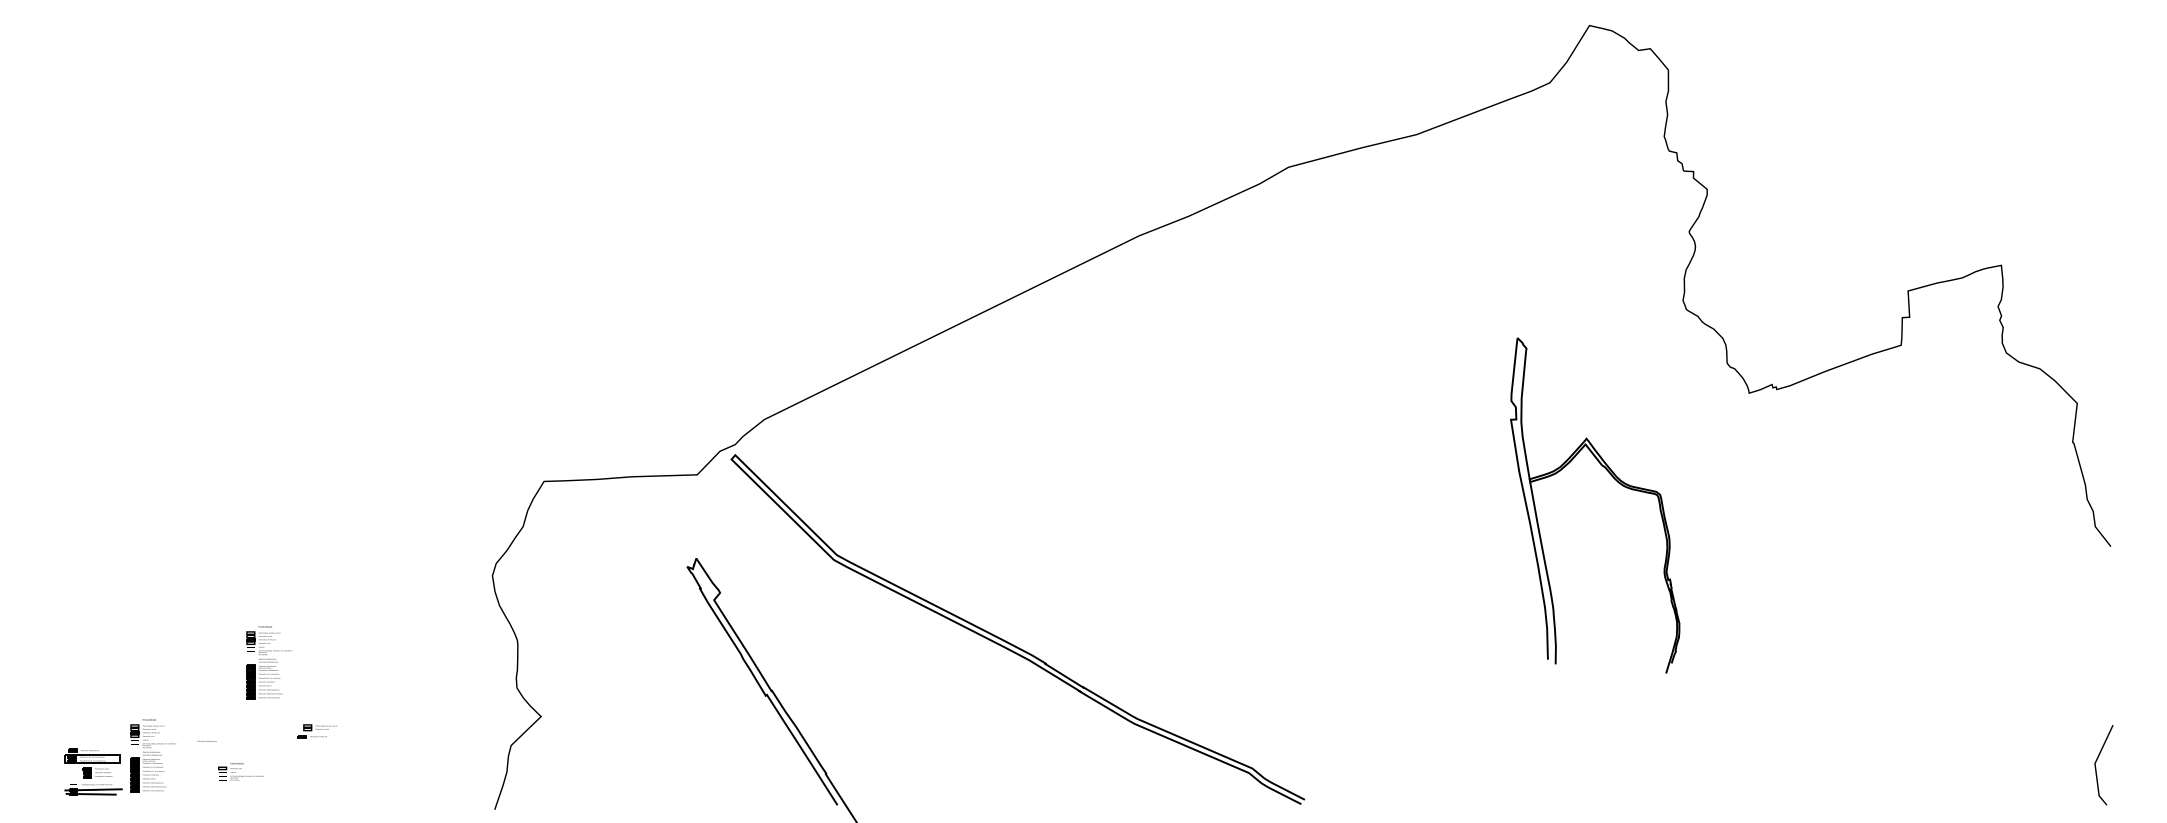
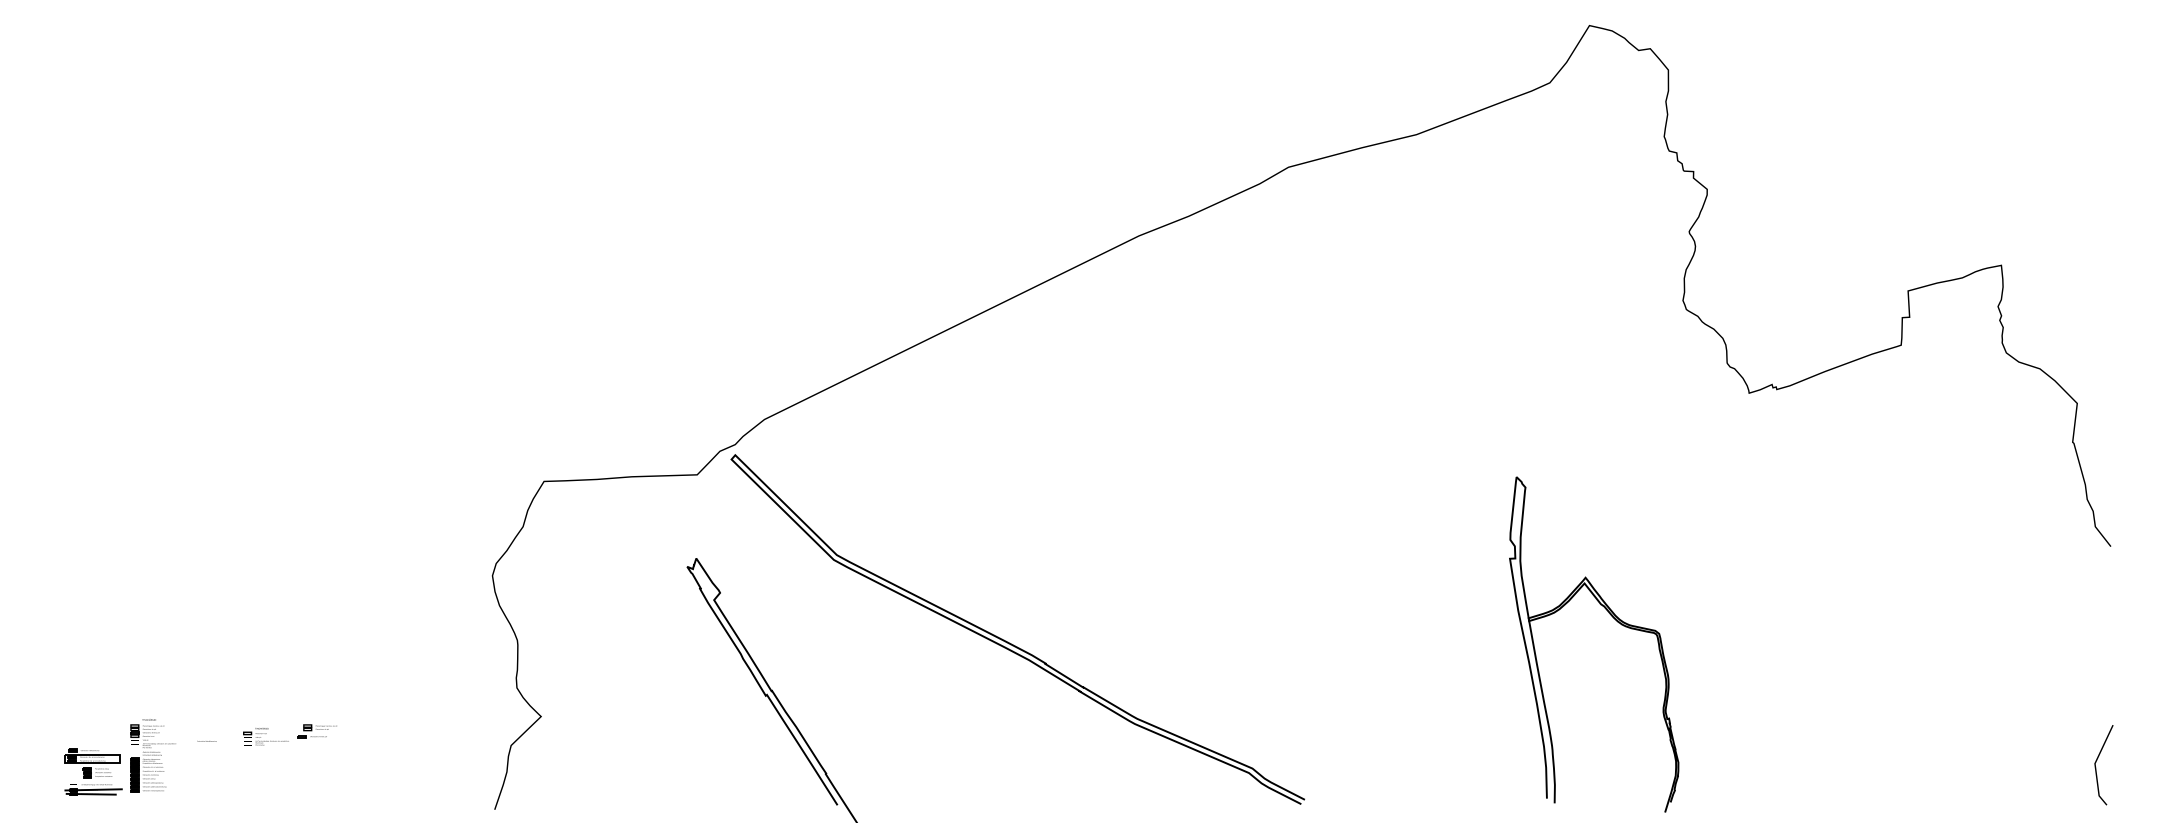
part at (1617, 482) position: (1617, 482) -> (1616, 621)
part at (268, 662): present -> none
text at (240, 771) position: (240, 771) -> (265, 736)
